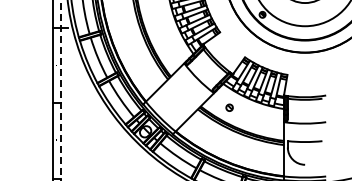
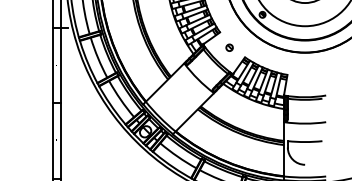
line at (60, 90): dashed -> solid
part at (229, 107) position: (229, 107) -> (229, 47)
